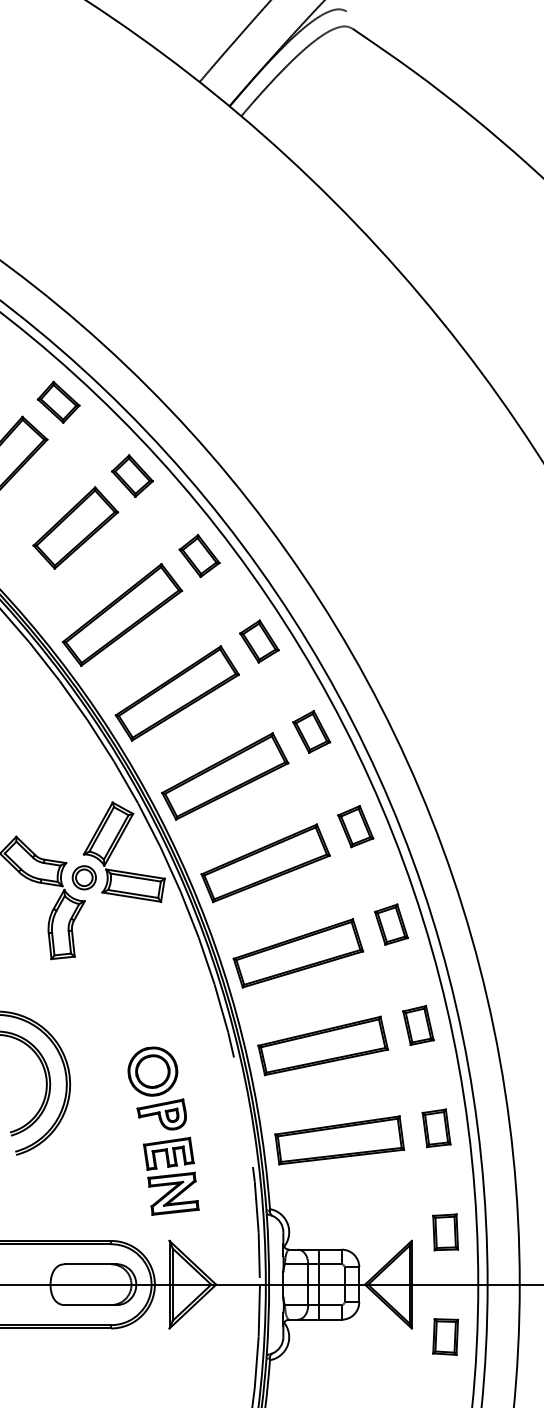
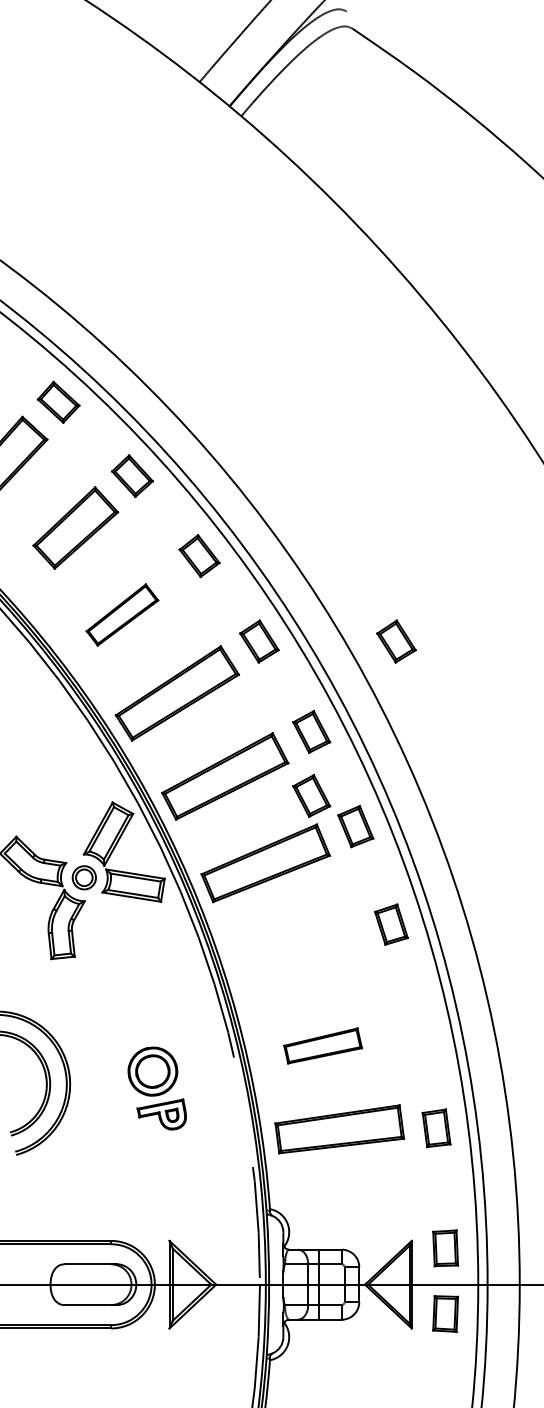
part at (122, 614) size: 123x104 px -> 75x64 px
part at (396, 641): none -> present
part at (311, 795): none -> present
part at (298, 953): present -> none
part at (418, 1025): present -> none
part at (322, 1045) size: 132x62 px -> 80x38 px
part at (339, 1140) position: (339, 1140) -> (339, 1129)
part at (170, 1175): present -> none
part at (445, 1232) position: (445, 1232) -> (445, 1248)
part at (445, 1336) position: (445, 1336) -> (445, 1313)
